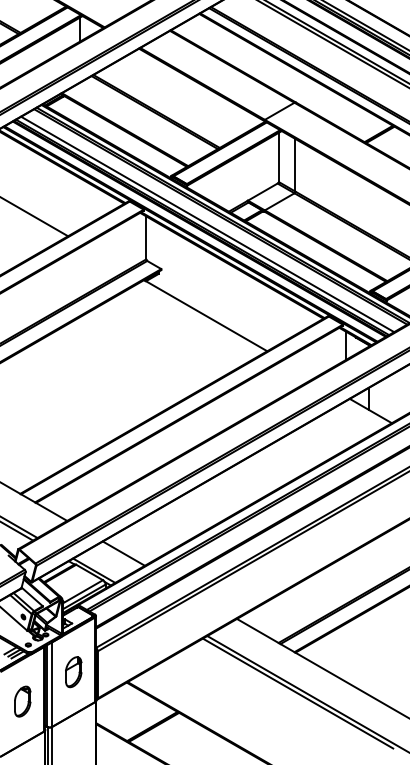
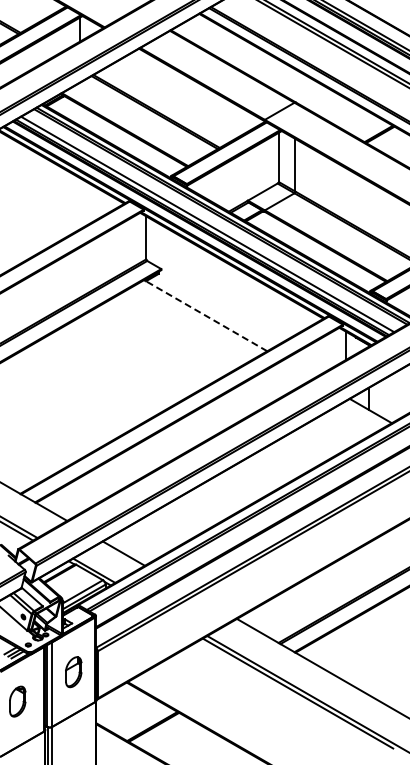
line at (35, 217): present -> none
line at (205, 315): solid -> dashed
part at (22, 701) position: (22, 701) -> (17, 701)
